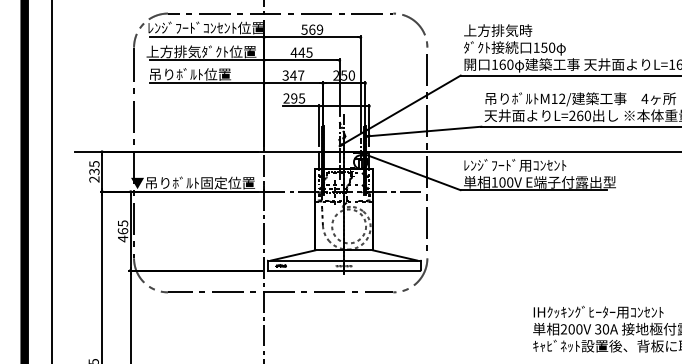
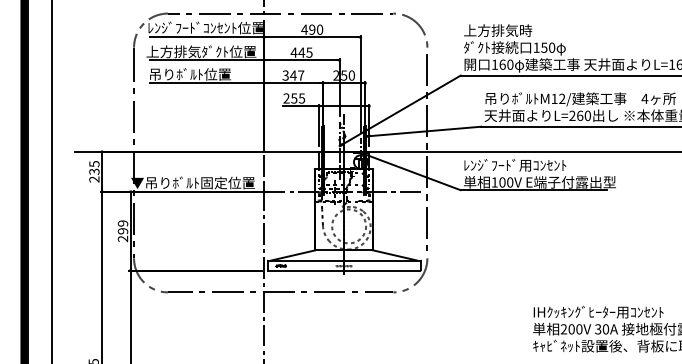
text at (312, 29): 569 -> 490
text at (294, 98): 295 -> 255
text at (122, 231): 465 -> 299
